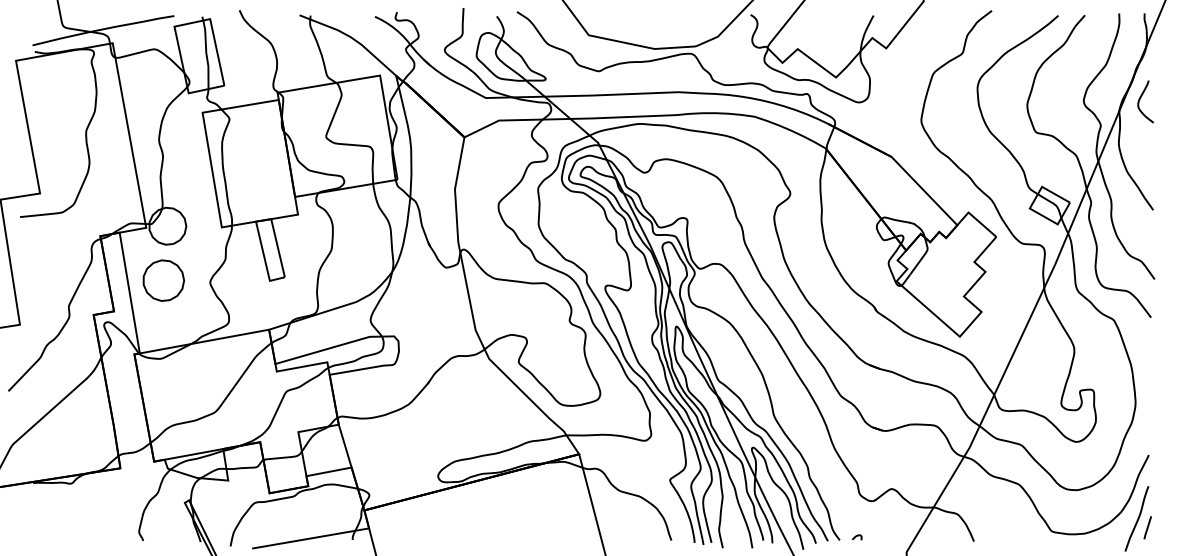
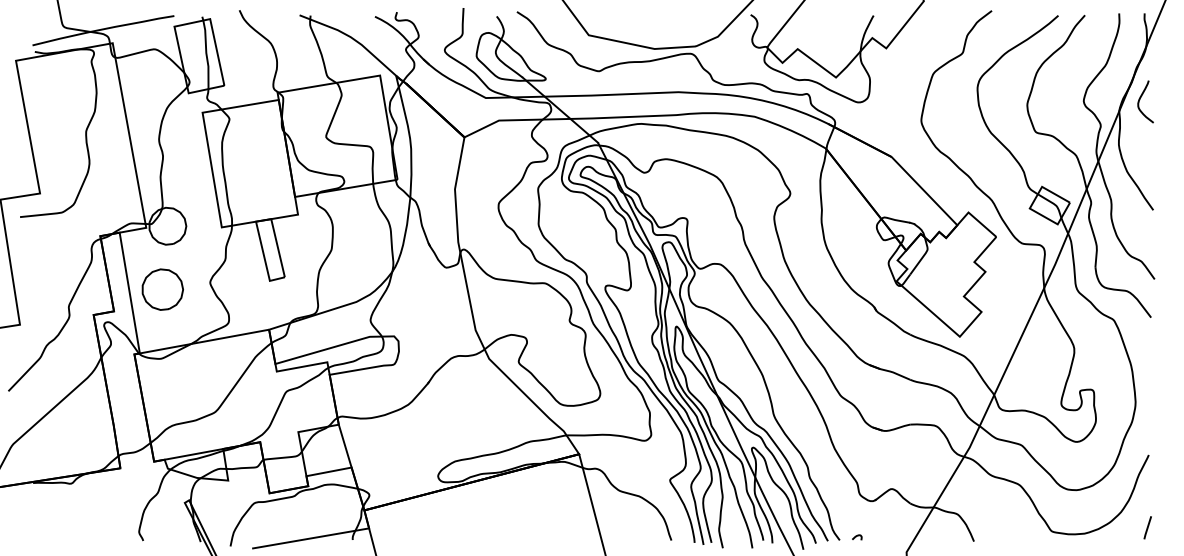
part at (163, 280) position: (163, 280) -> (162, 289)
curve at (1137, 518): present -> none
